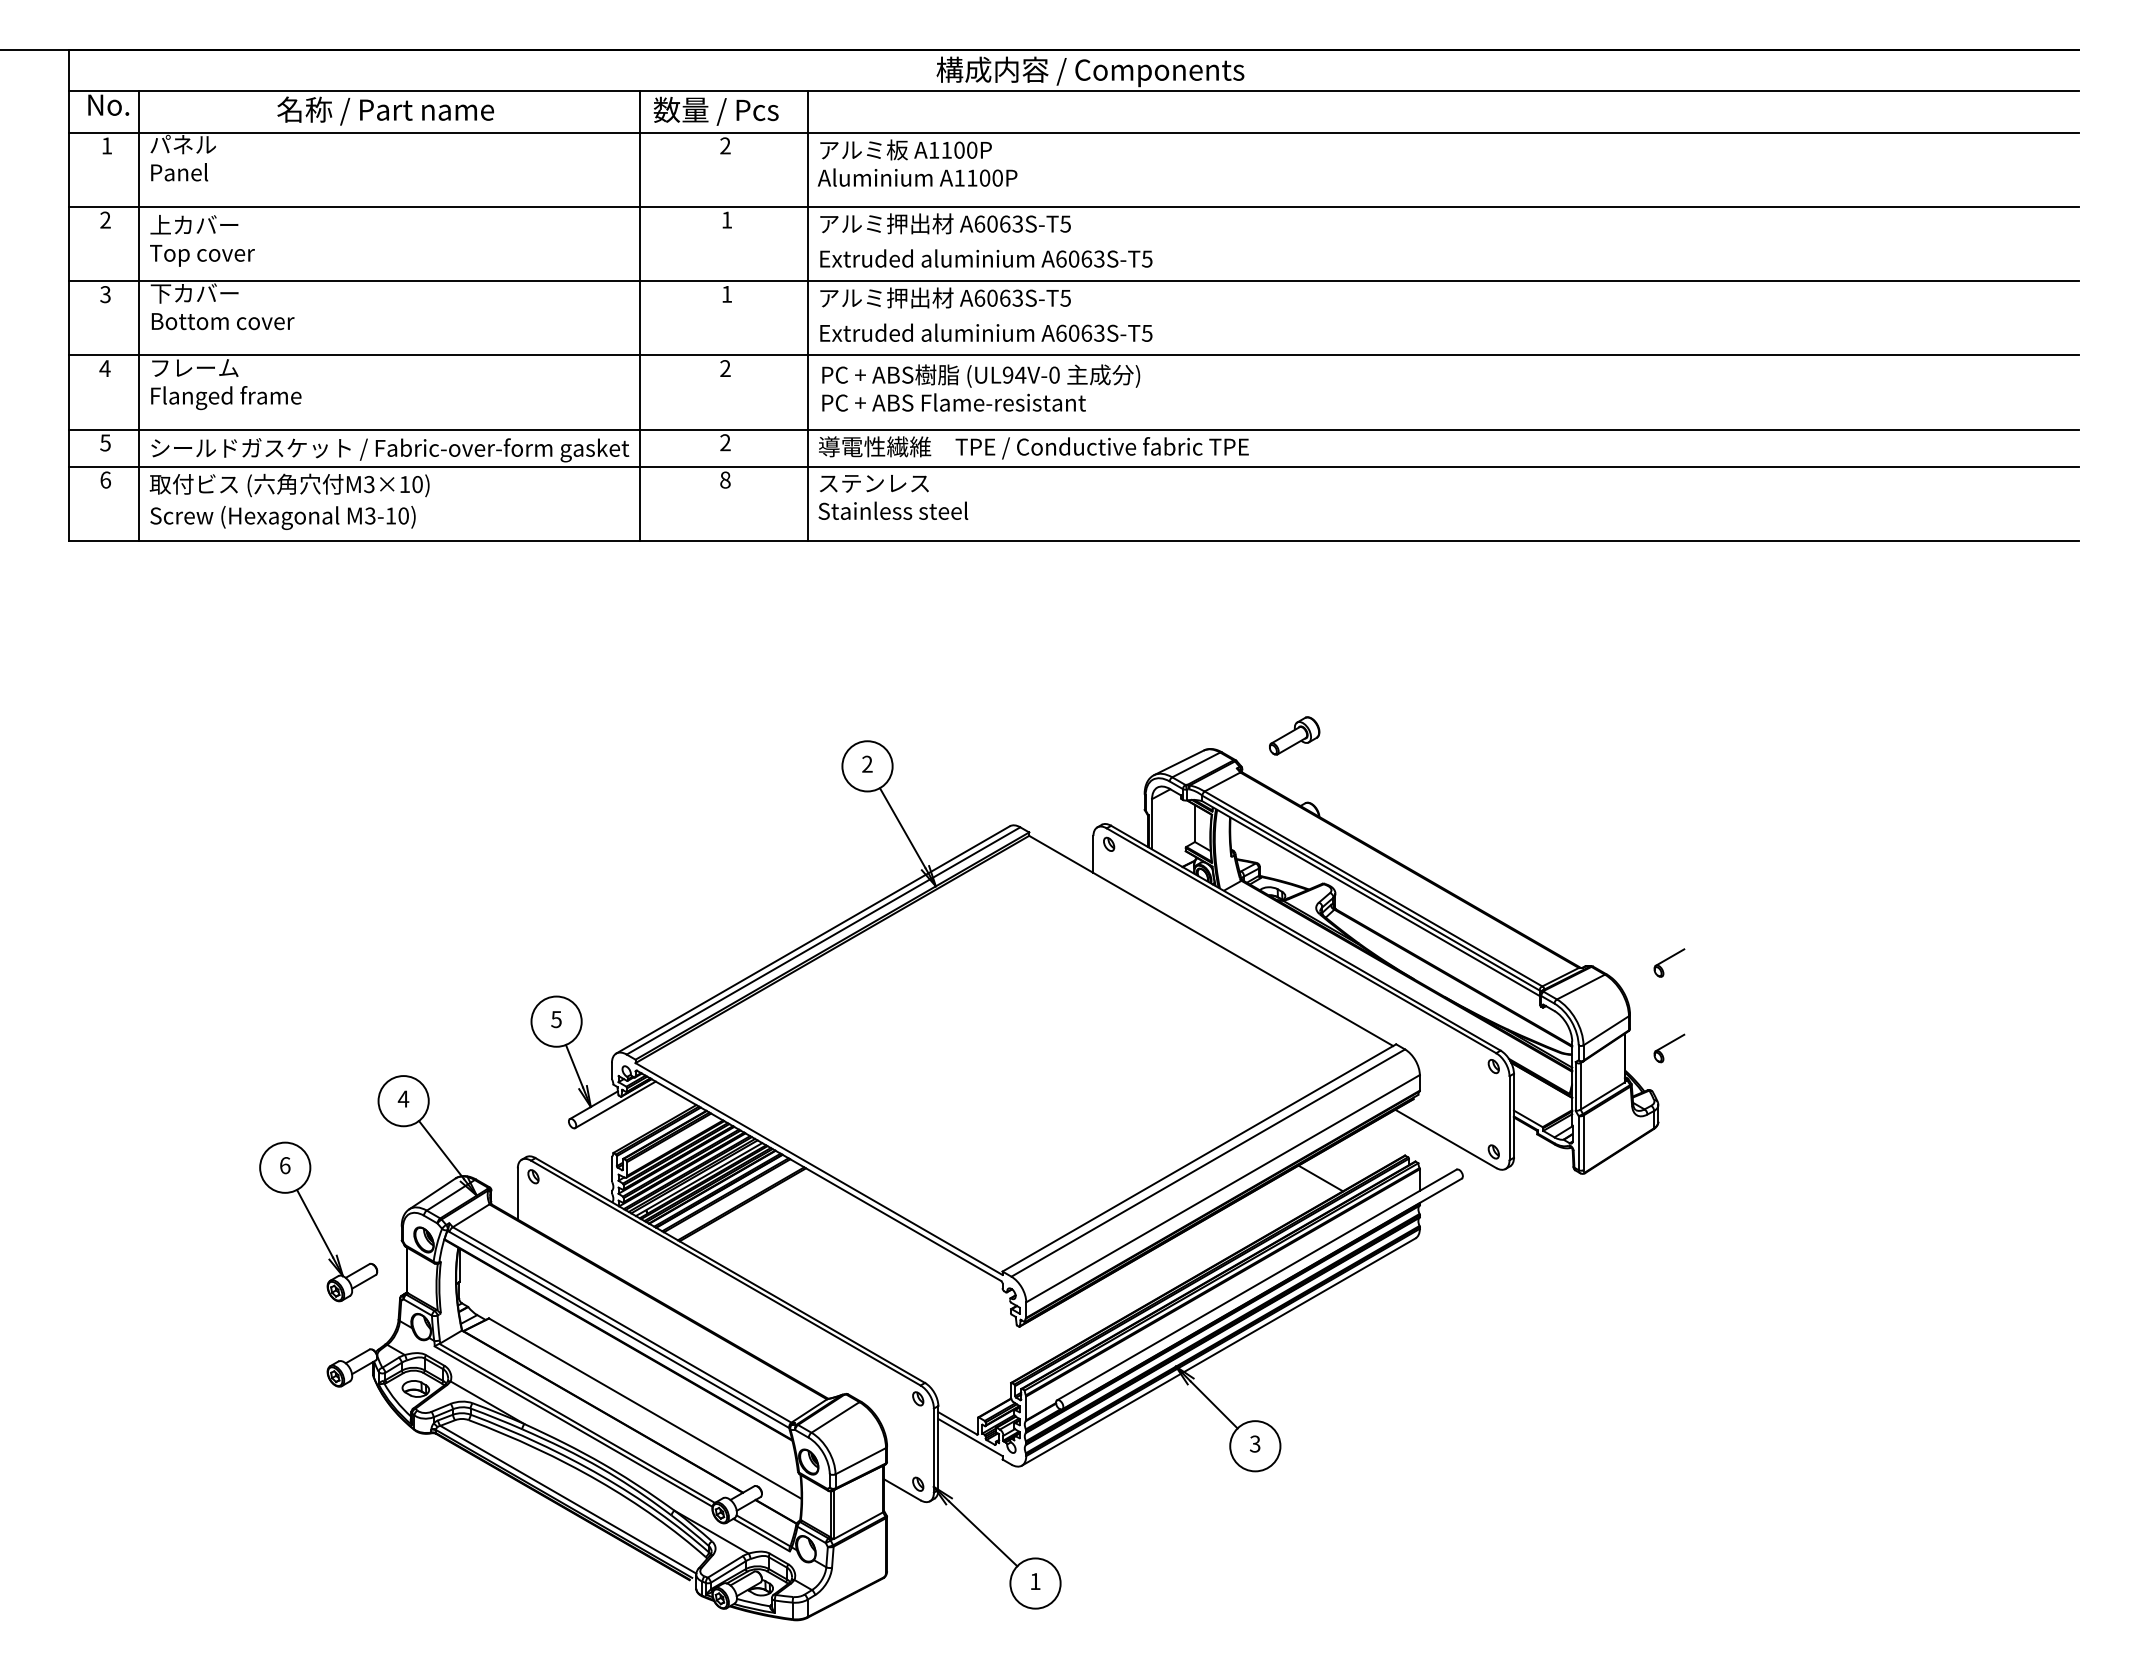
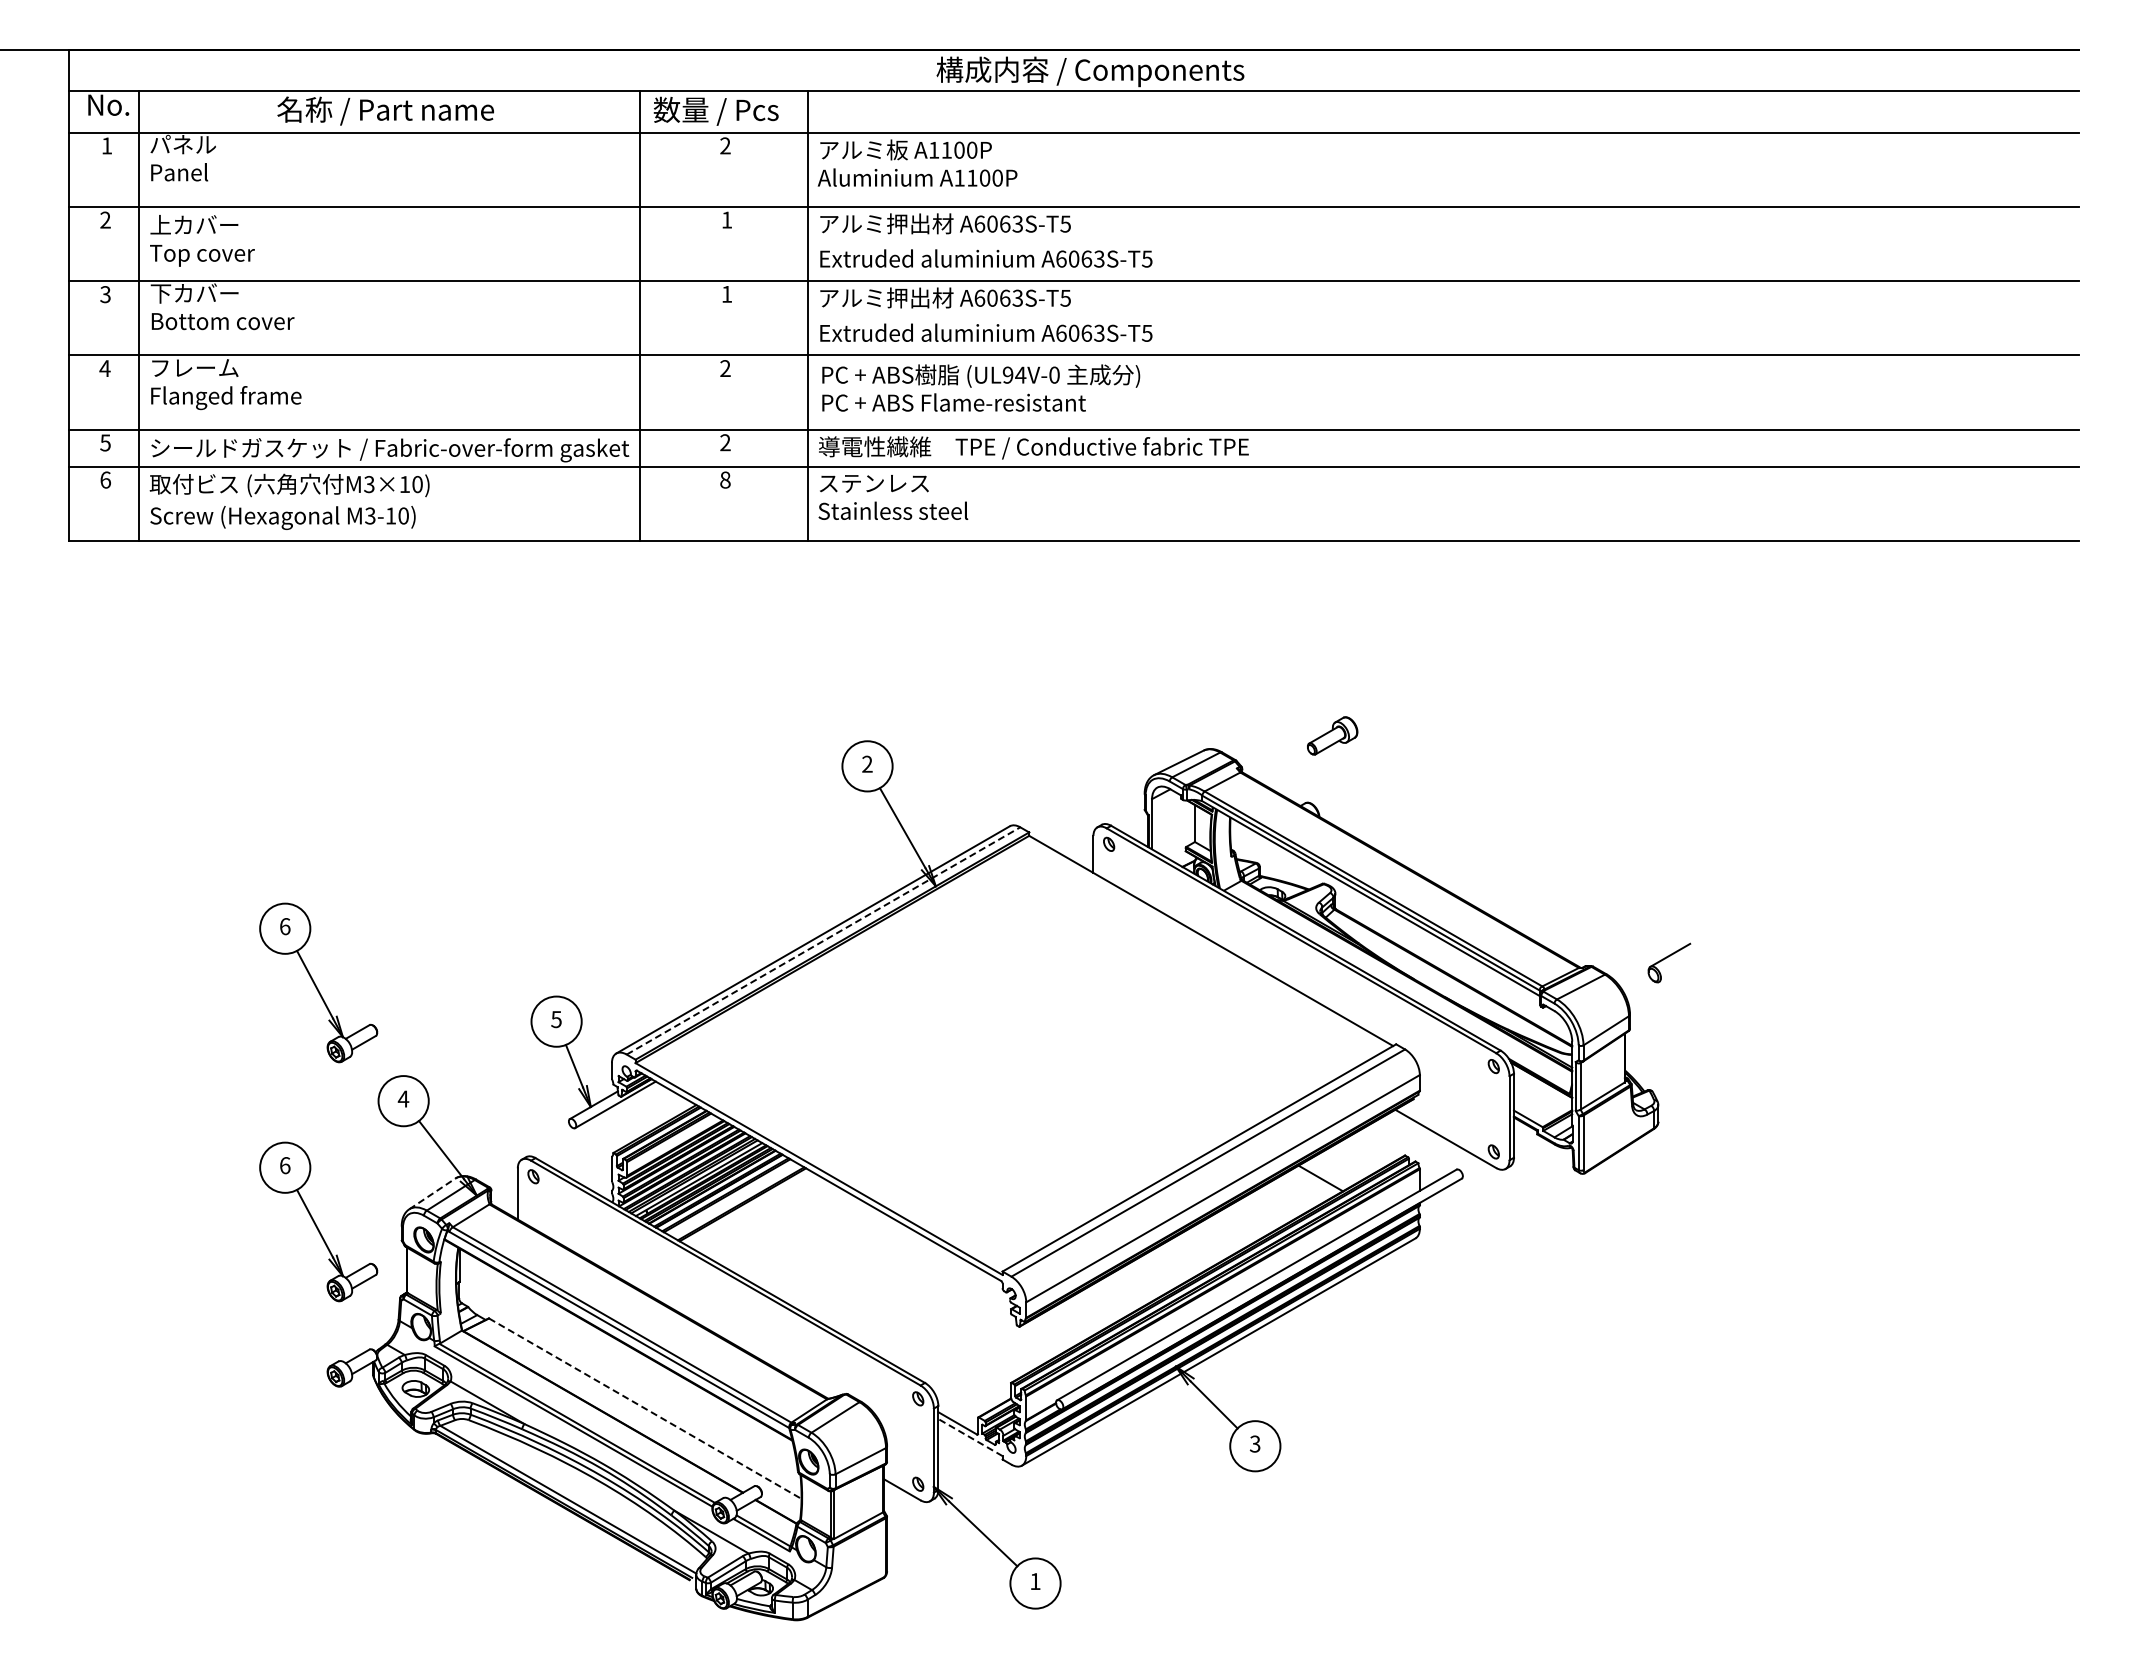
part at (1294, 735) position: (1294, 735) -> (1332, 735)
line at (823, 940): solid -> dashed
part at (1669, 962) size: 33x30 px -> 45x42 px
part at (318, 982): none -> present
part at (1669, 1048): present -> none
line at (432, 1193): solid -> dashed
line at (645, 1408): solid -> dashed
line at (970, 1437): solid -> dashed
